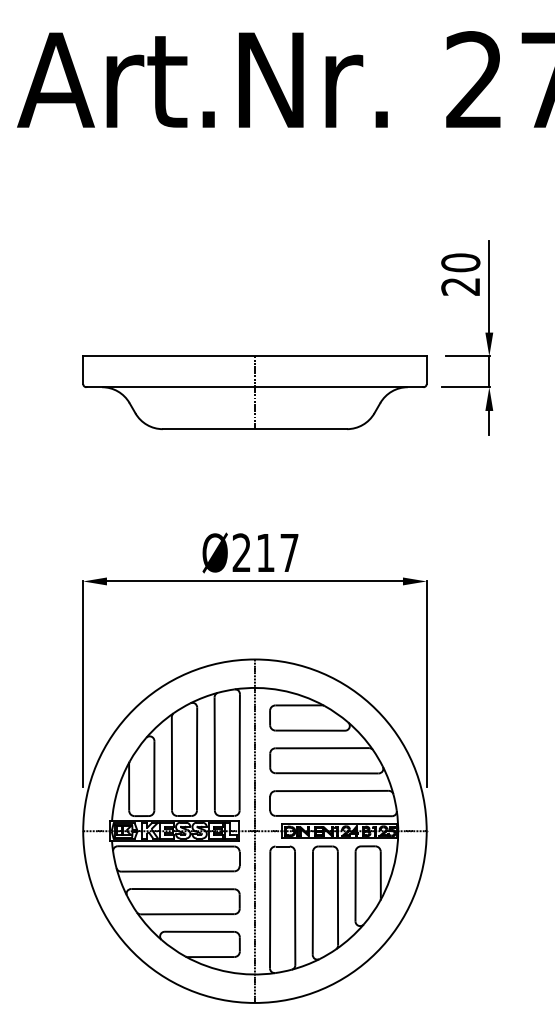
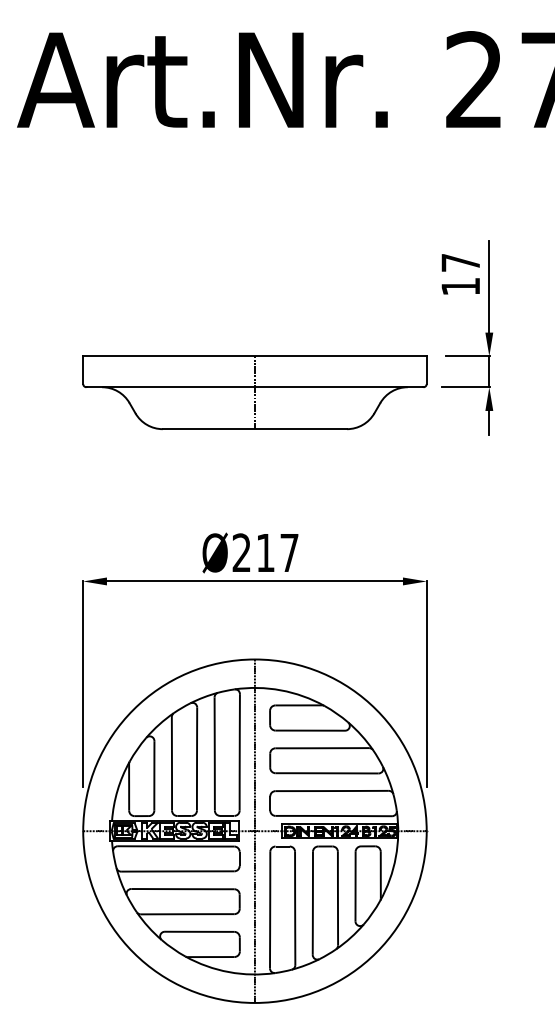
text at (460, 274): 20 -> 17
